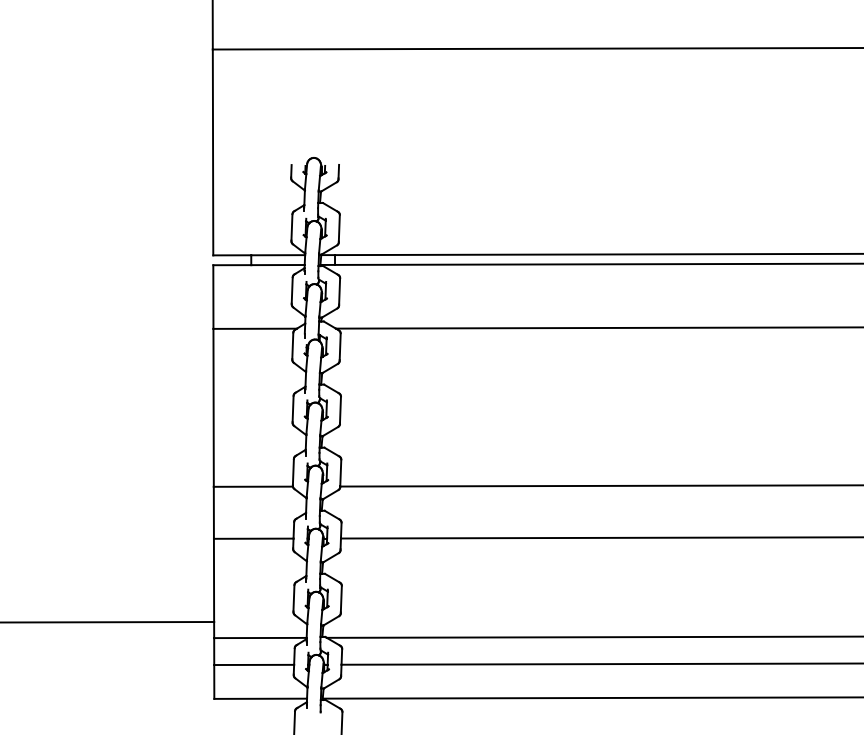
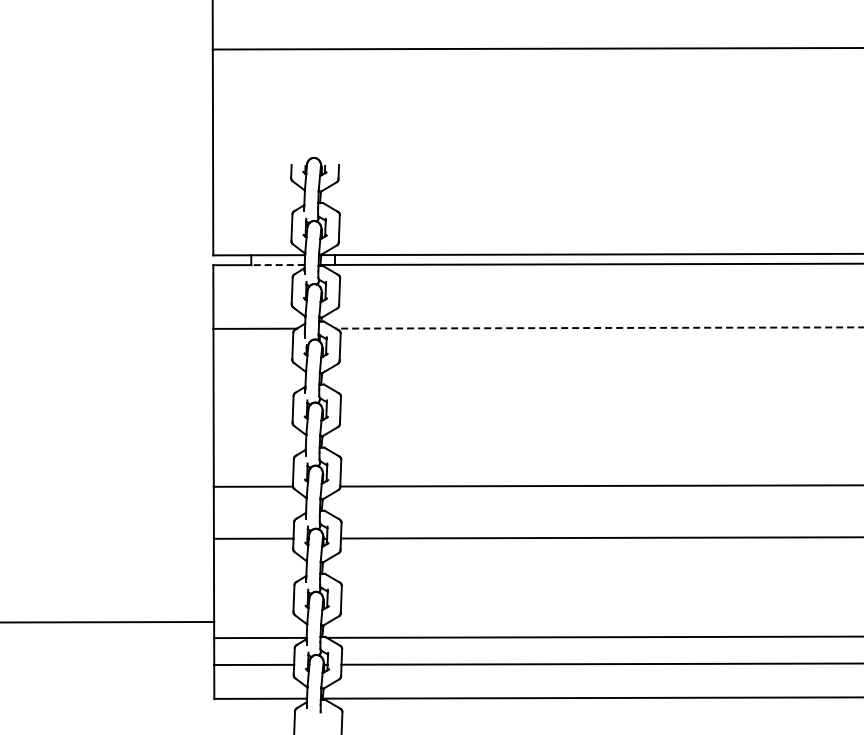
line at (278, 265): solid -> dashed
line at (599, 328): solid -> dashed
